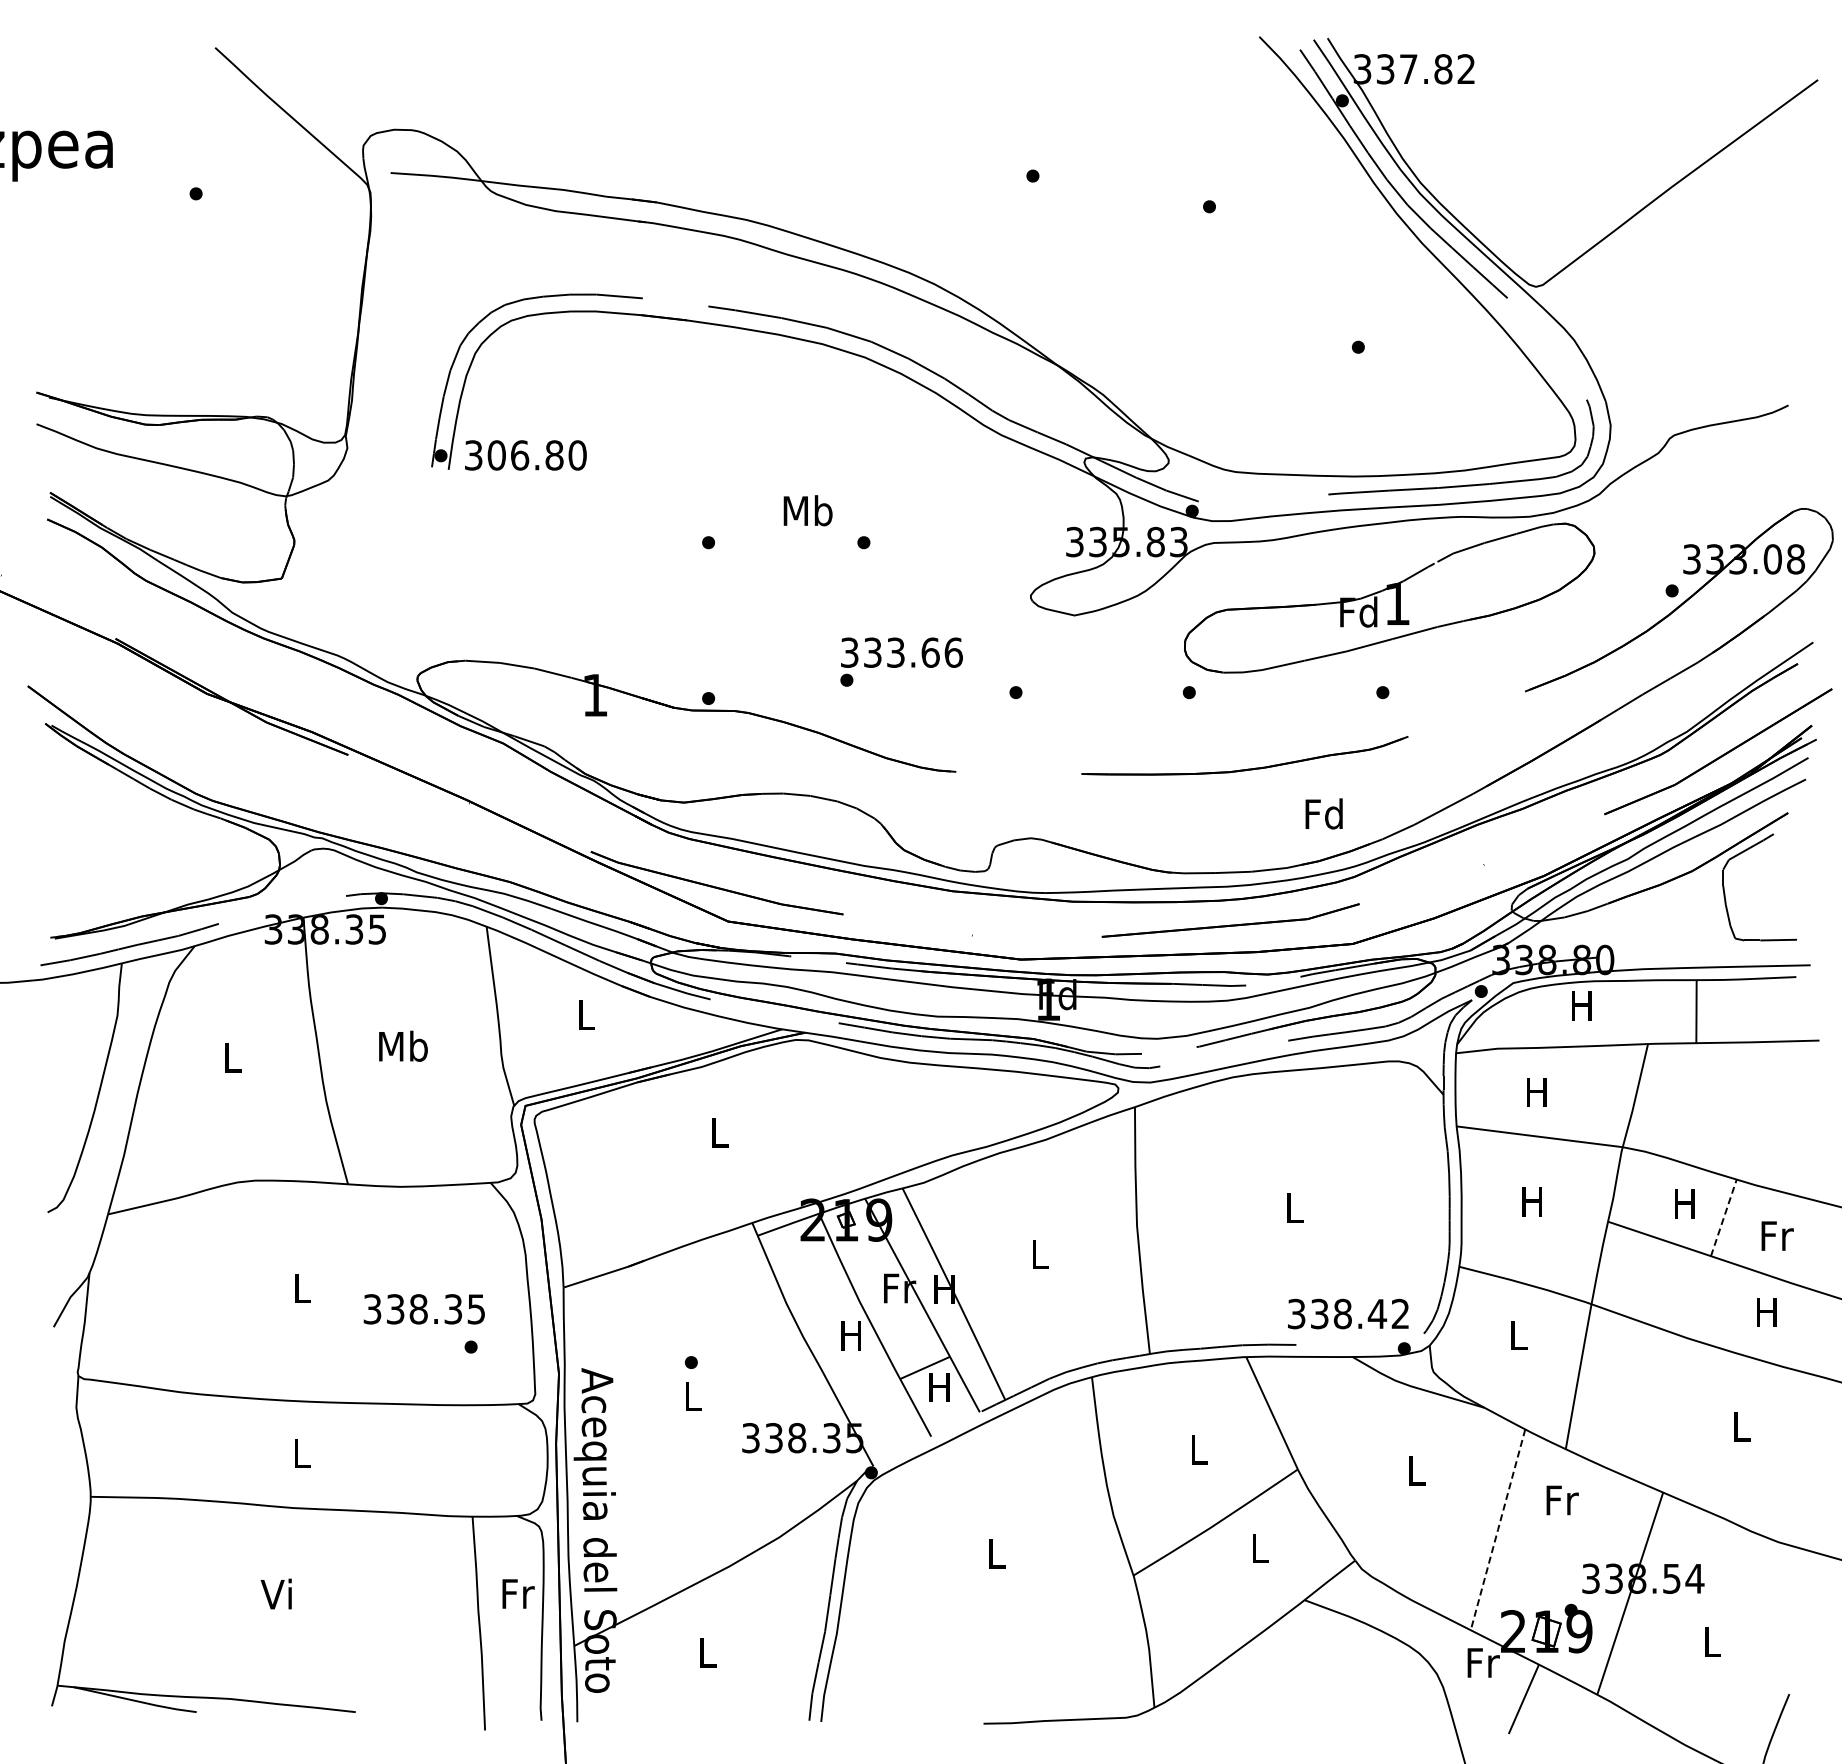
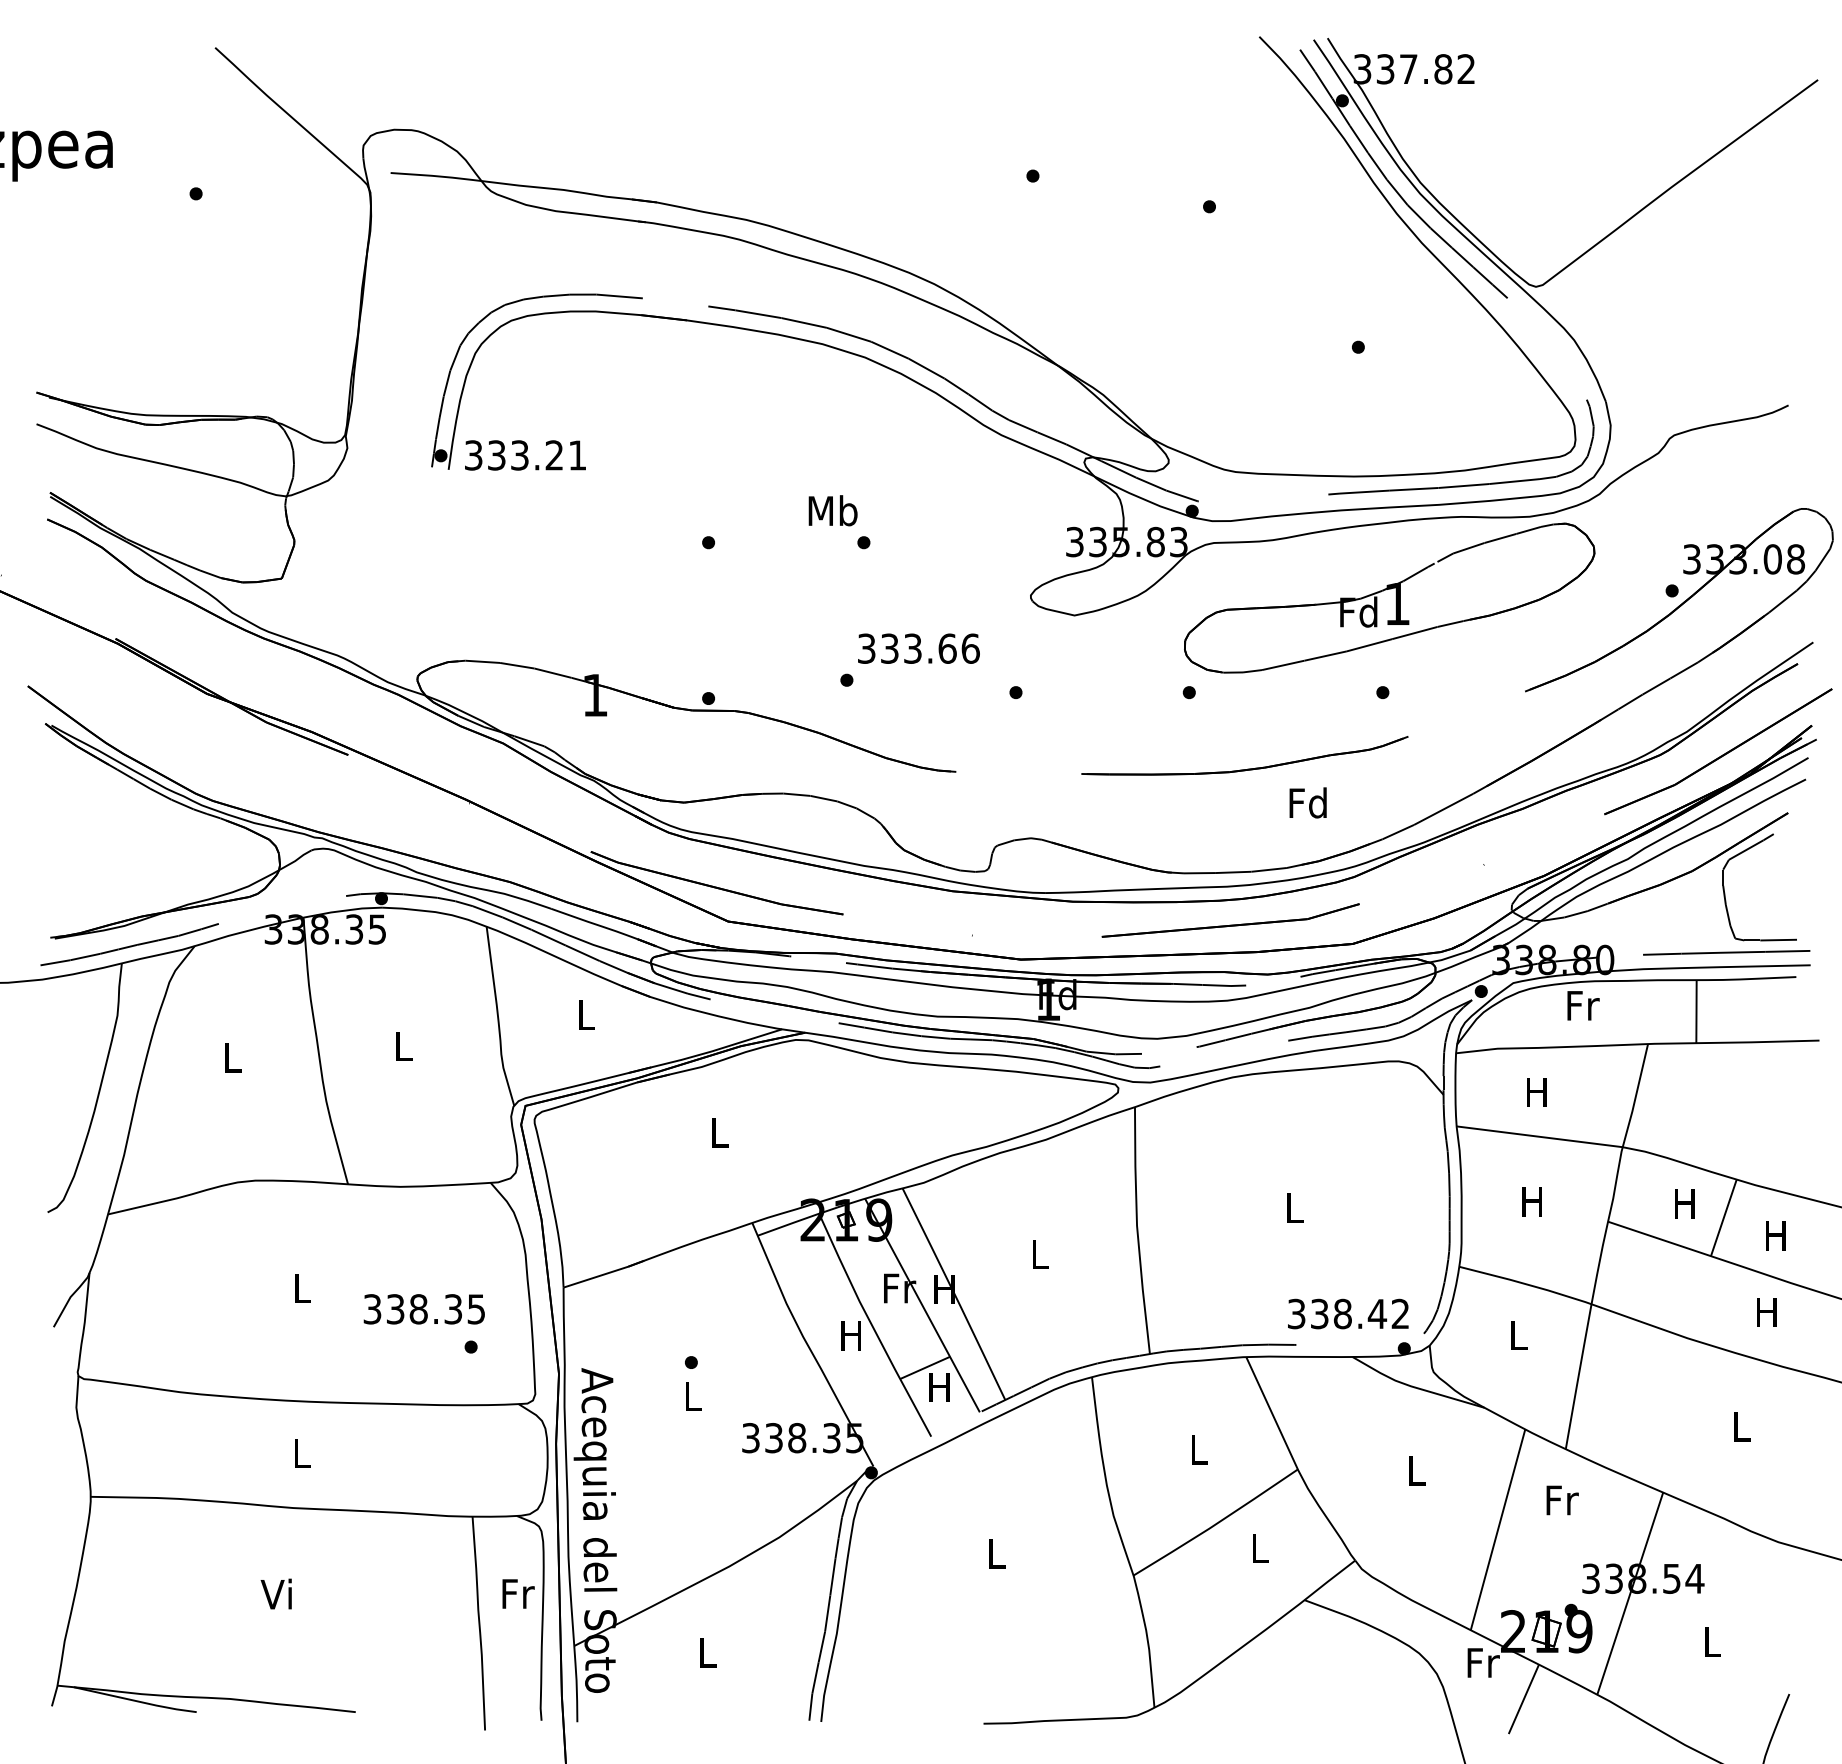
text at (536, 455): 306.80 -> 333.21
text at (807, 510) position: (807, 510) -> (832, 510)
text at (901, 652) position: (901, 652) -> (918, 648)
text at (1323, 813) position: (1323, 813) -> (1307, 802)
line at (1726, 952): none -> present
text at (1583, 1005): H -> Fr
text at (403, 1045): Mb -> L
line at (1723, 1217): dashed -> solid
text at (1777, 1235): Fr -> H
line at (1498, 1529): dashed -> solid
